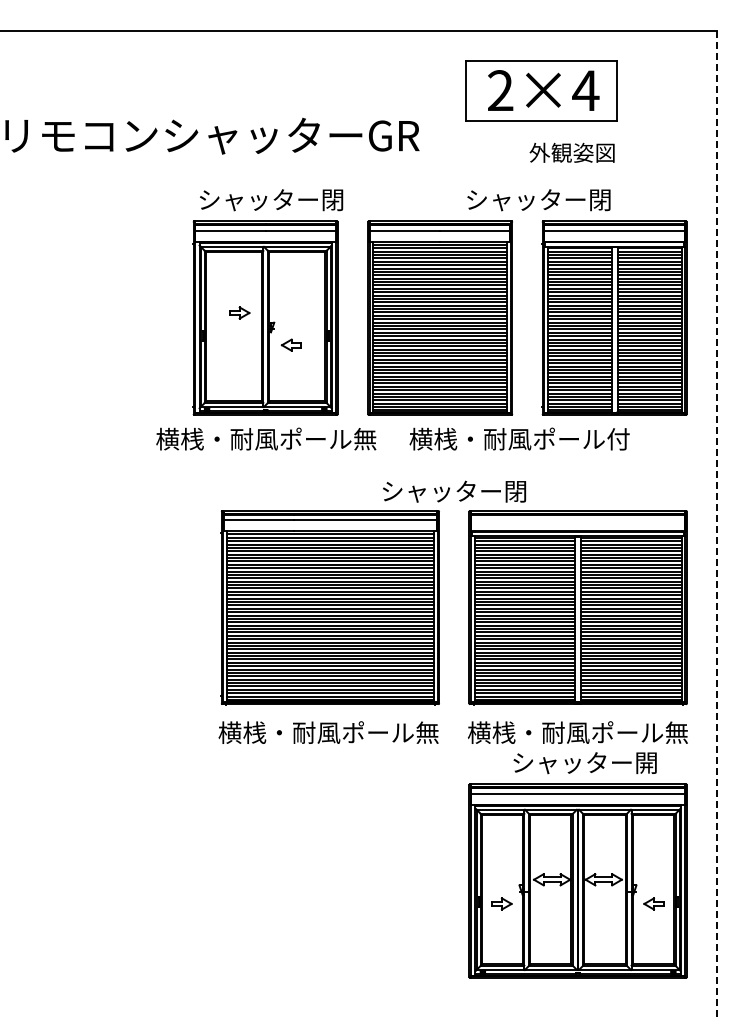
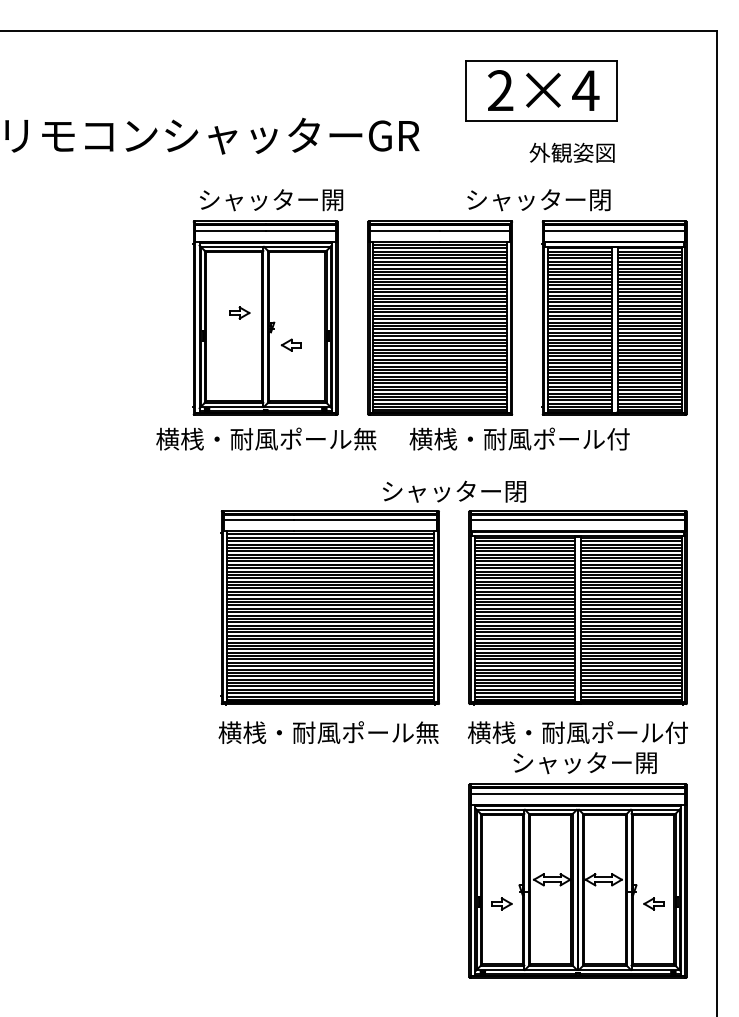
text at (332, 202): シャッター閉 -> シャッター開
line at (577, 520): none -> present
line at (717, 523): dashed -> solid
text at (676, 732): 横桟・耐風ポール無 -> 横桟・耐風ポール付
